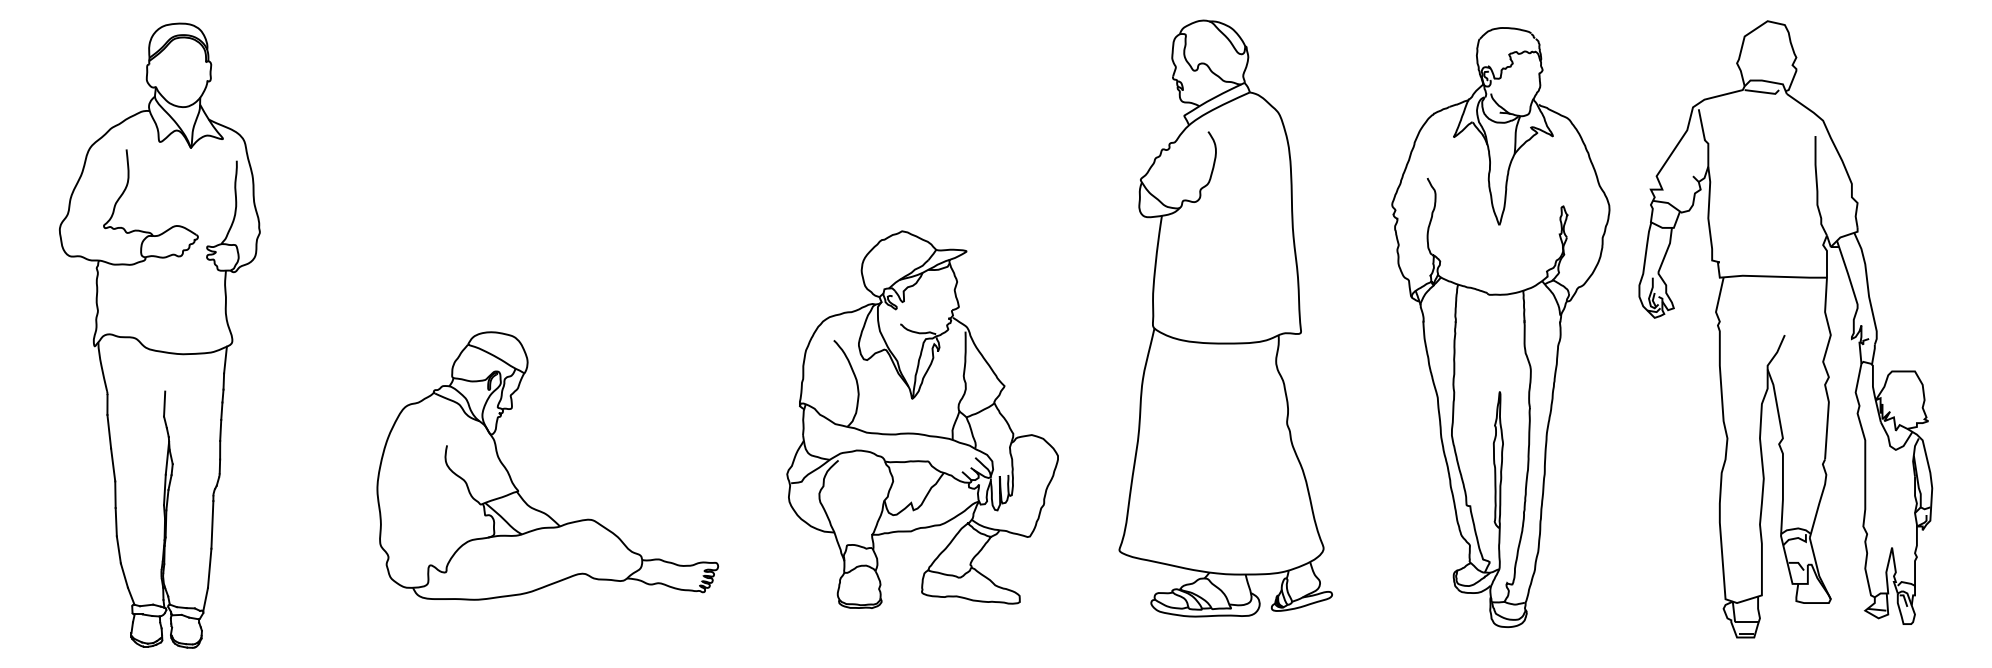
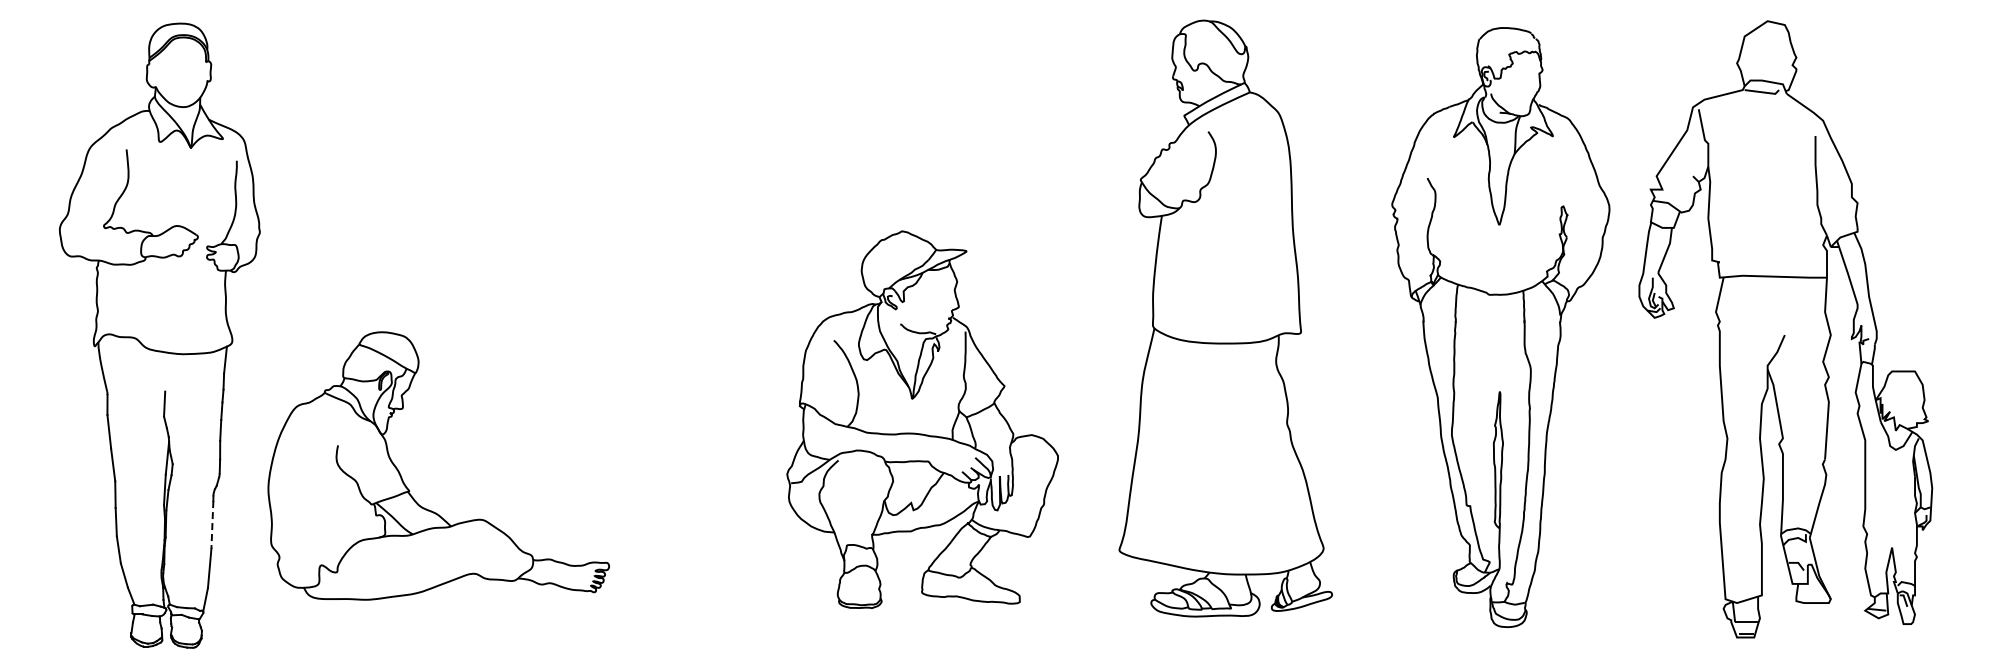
part at (518, 489) position: (518, 489) -> (409, 489)
line at (212, 524): solid -> dashed
